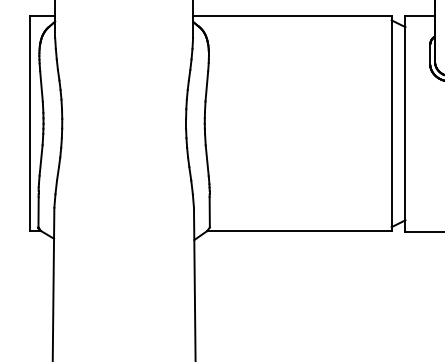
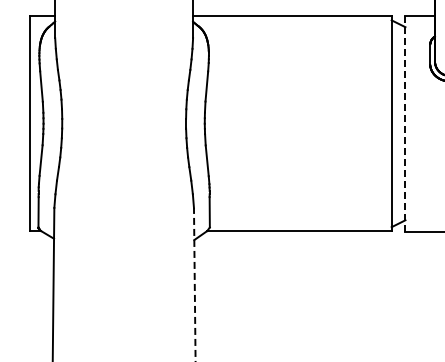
line at (405, 123): solid -> dashed
line at (194, 284): solid -> dashed
